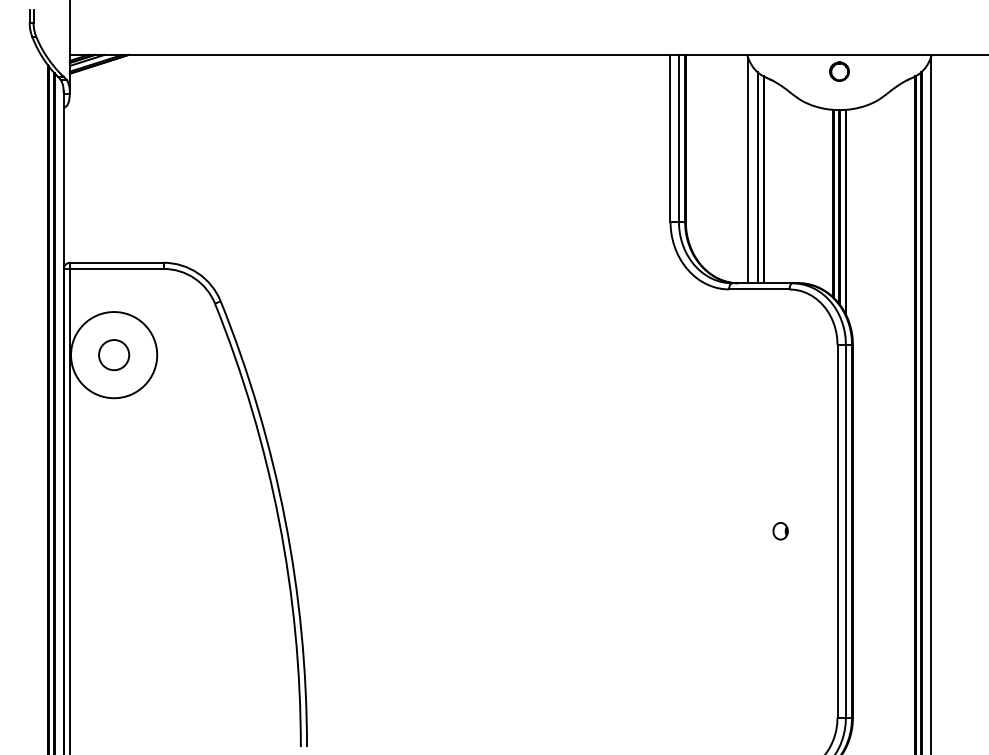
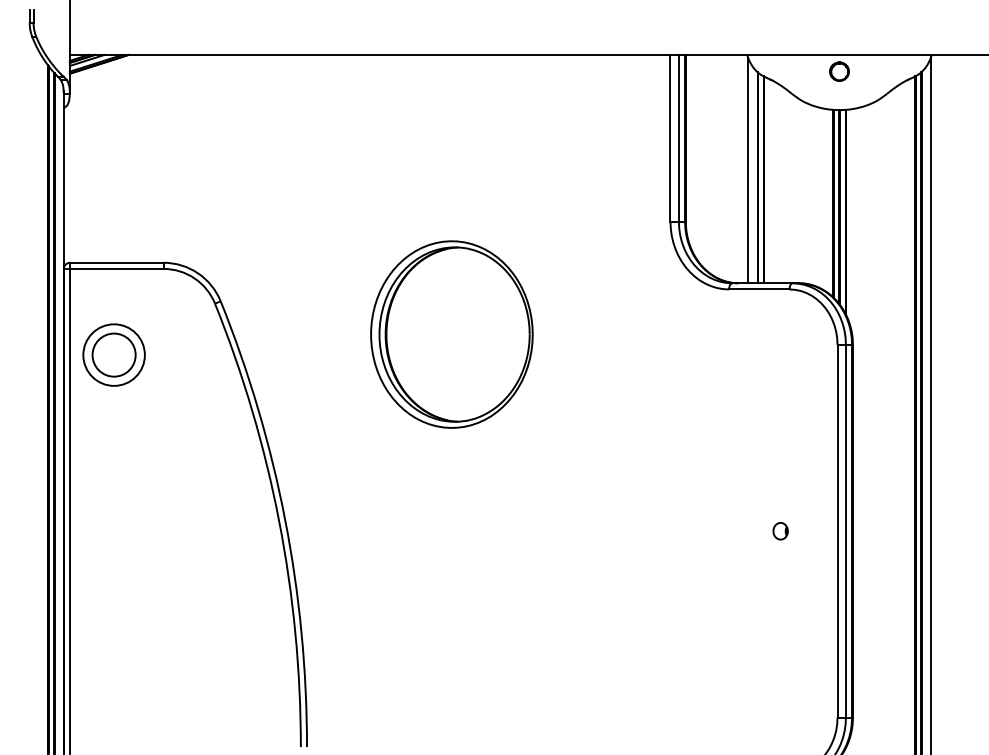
part at (451, 334): none -> present
circle at (114, 355) diameter: 30 px -> 43 px
circle at (114, 355) diameter: 86 px -> 62 px
